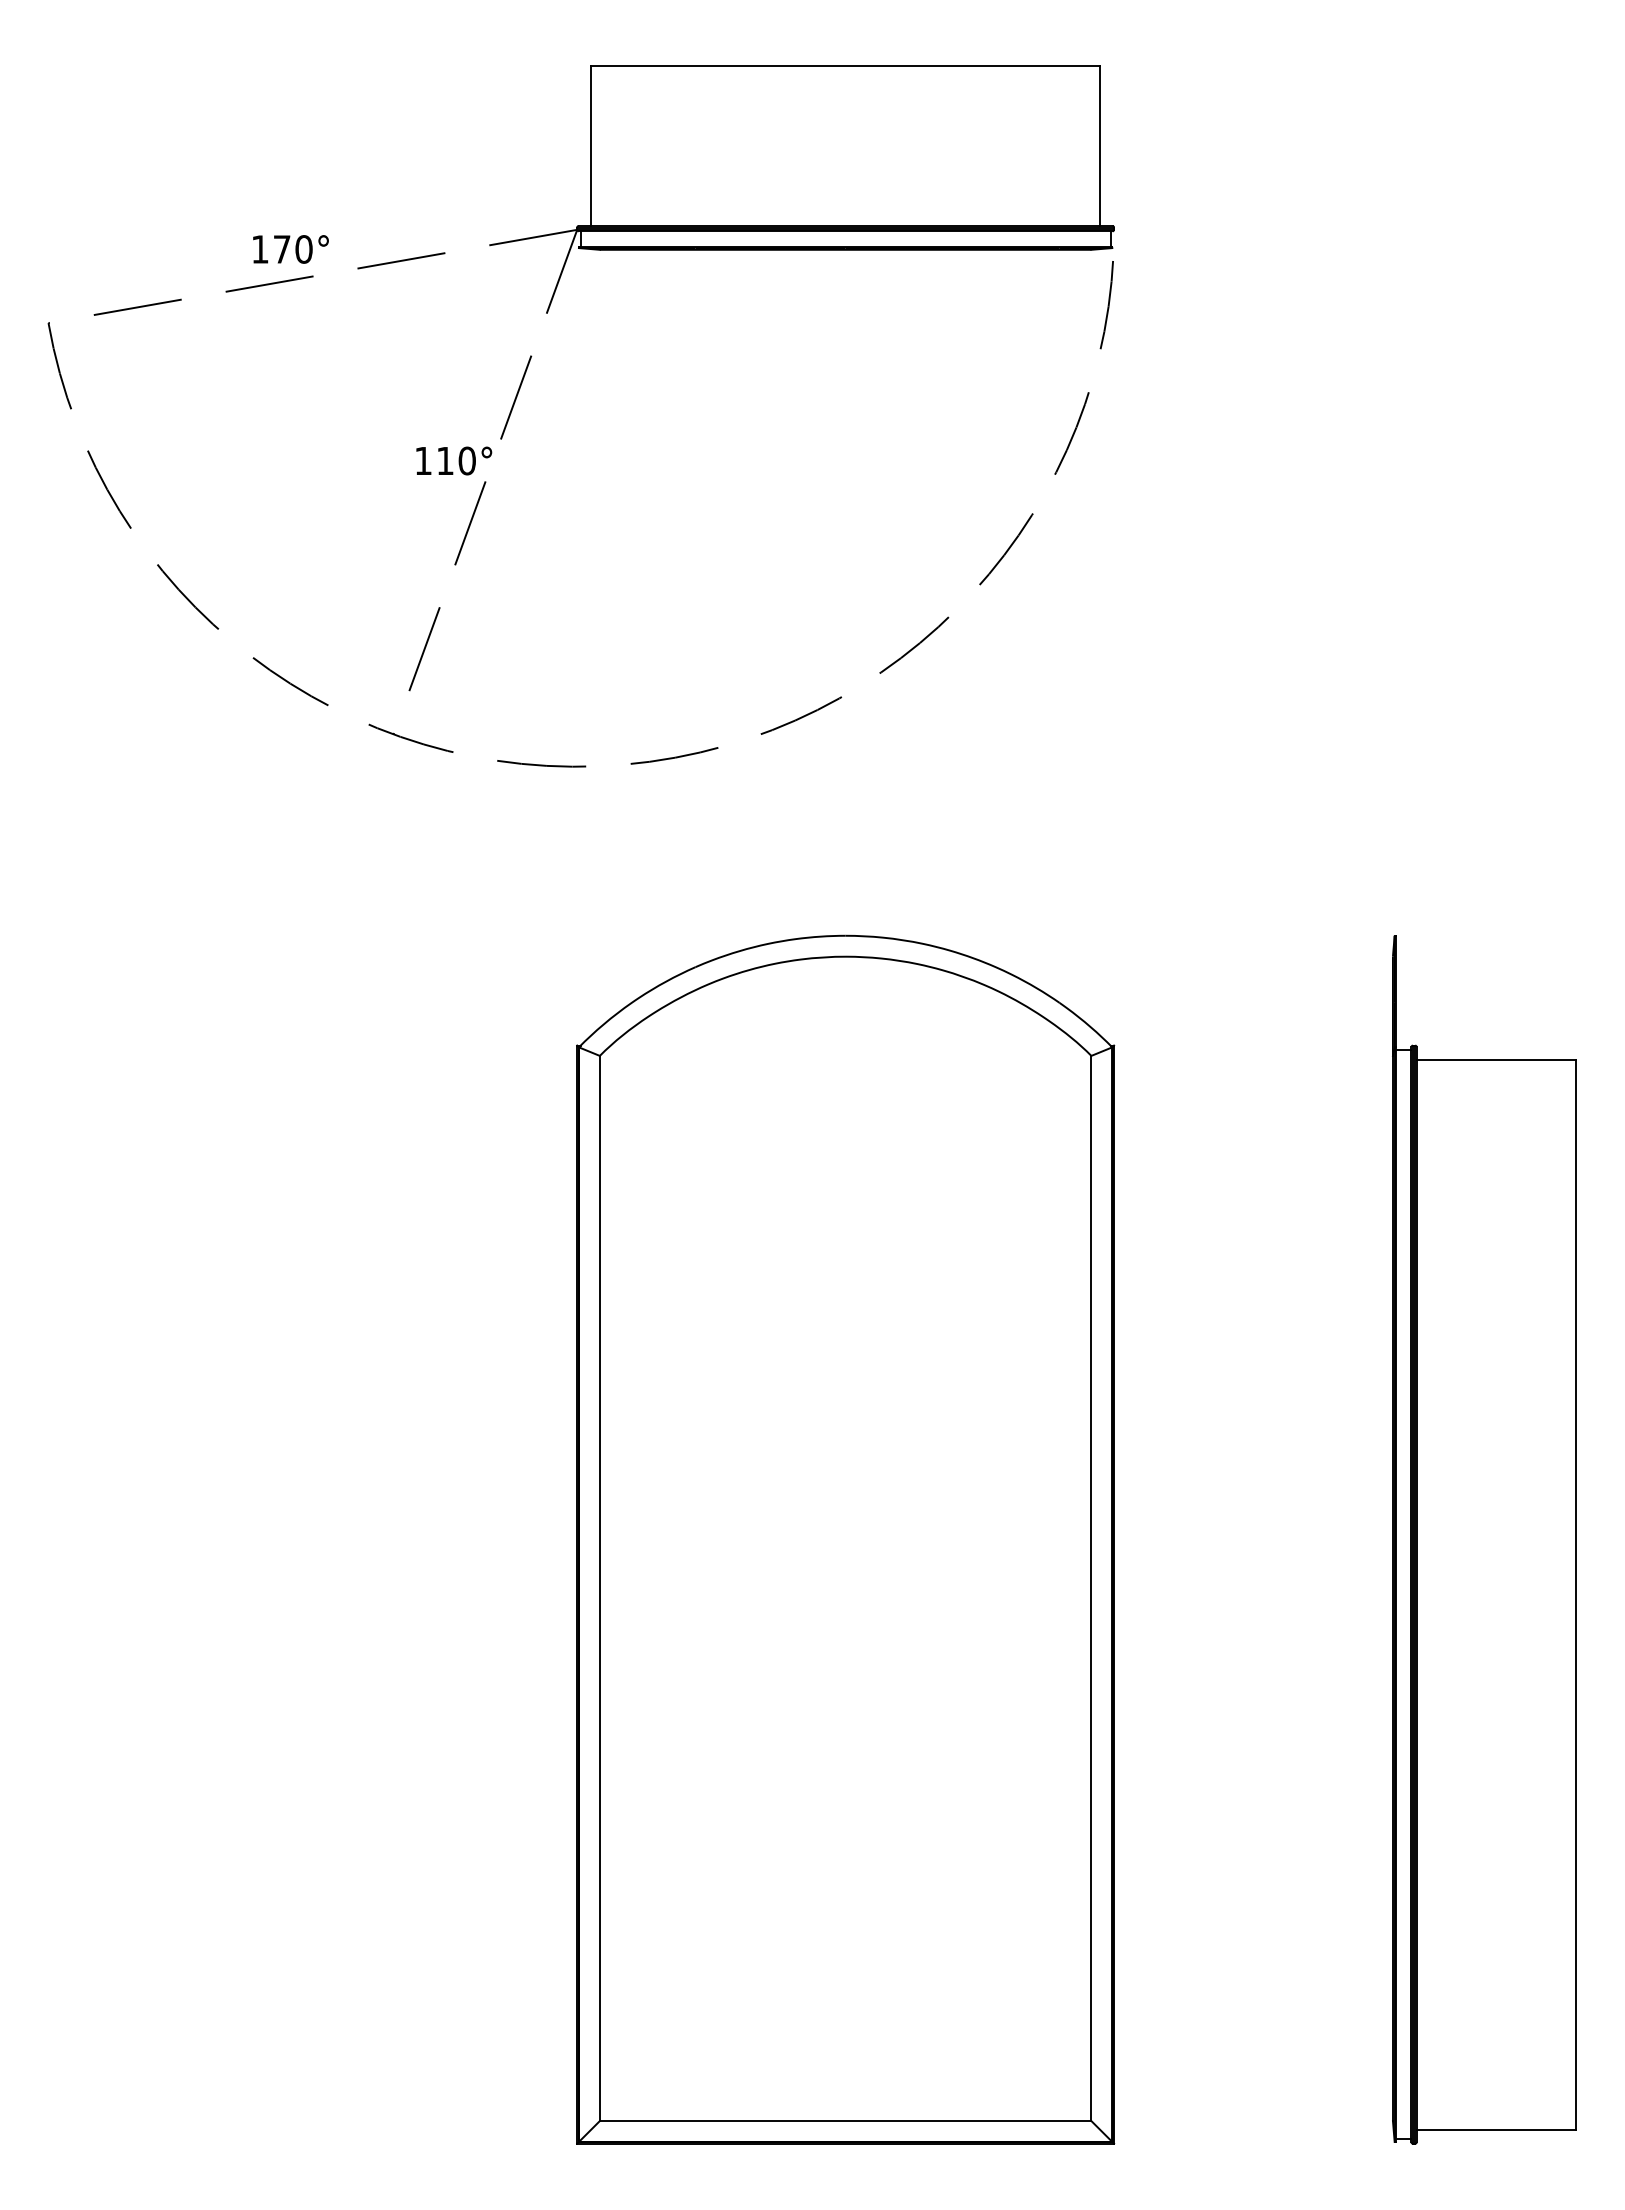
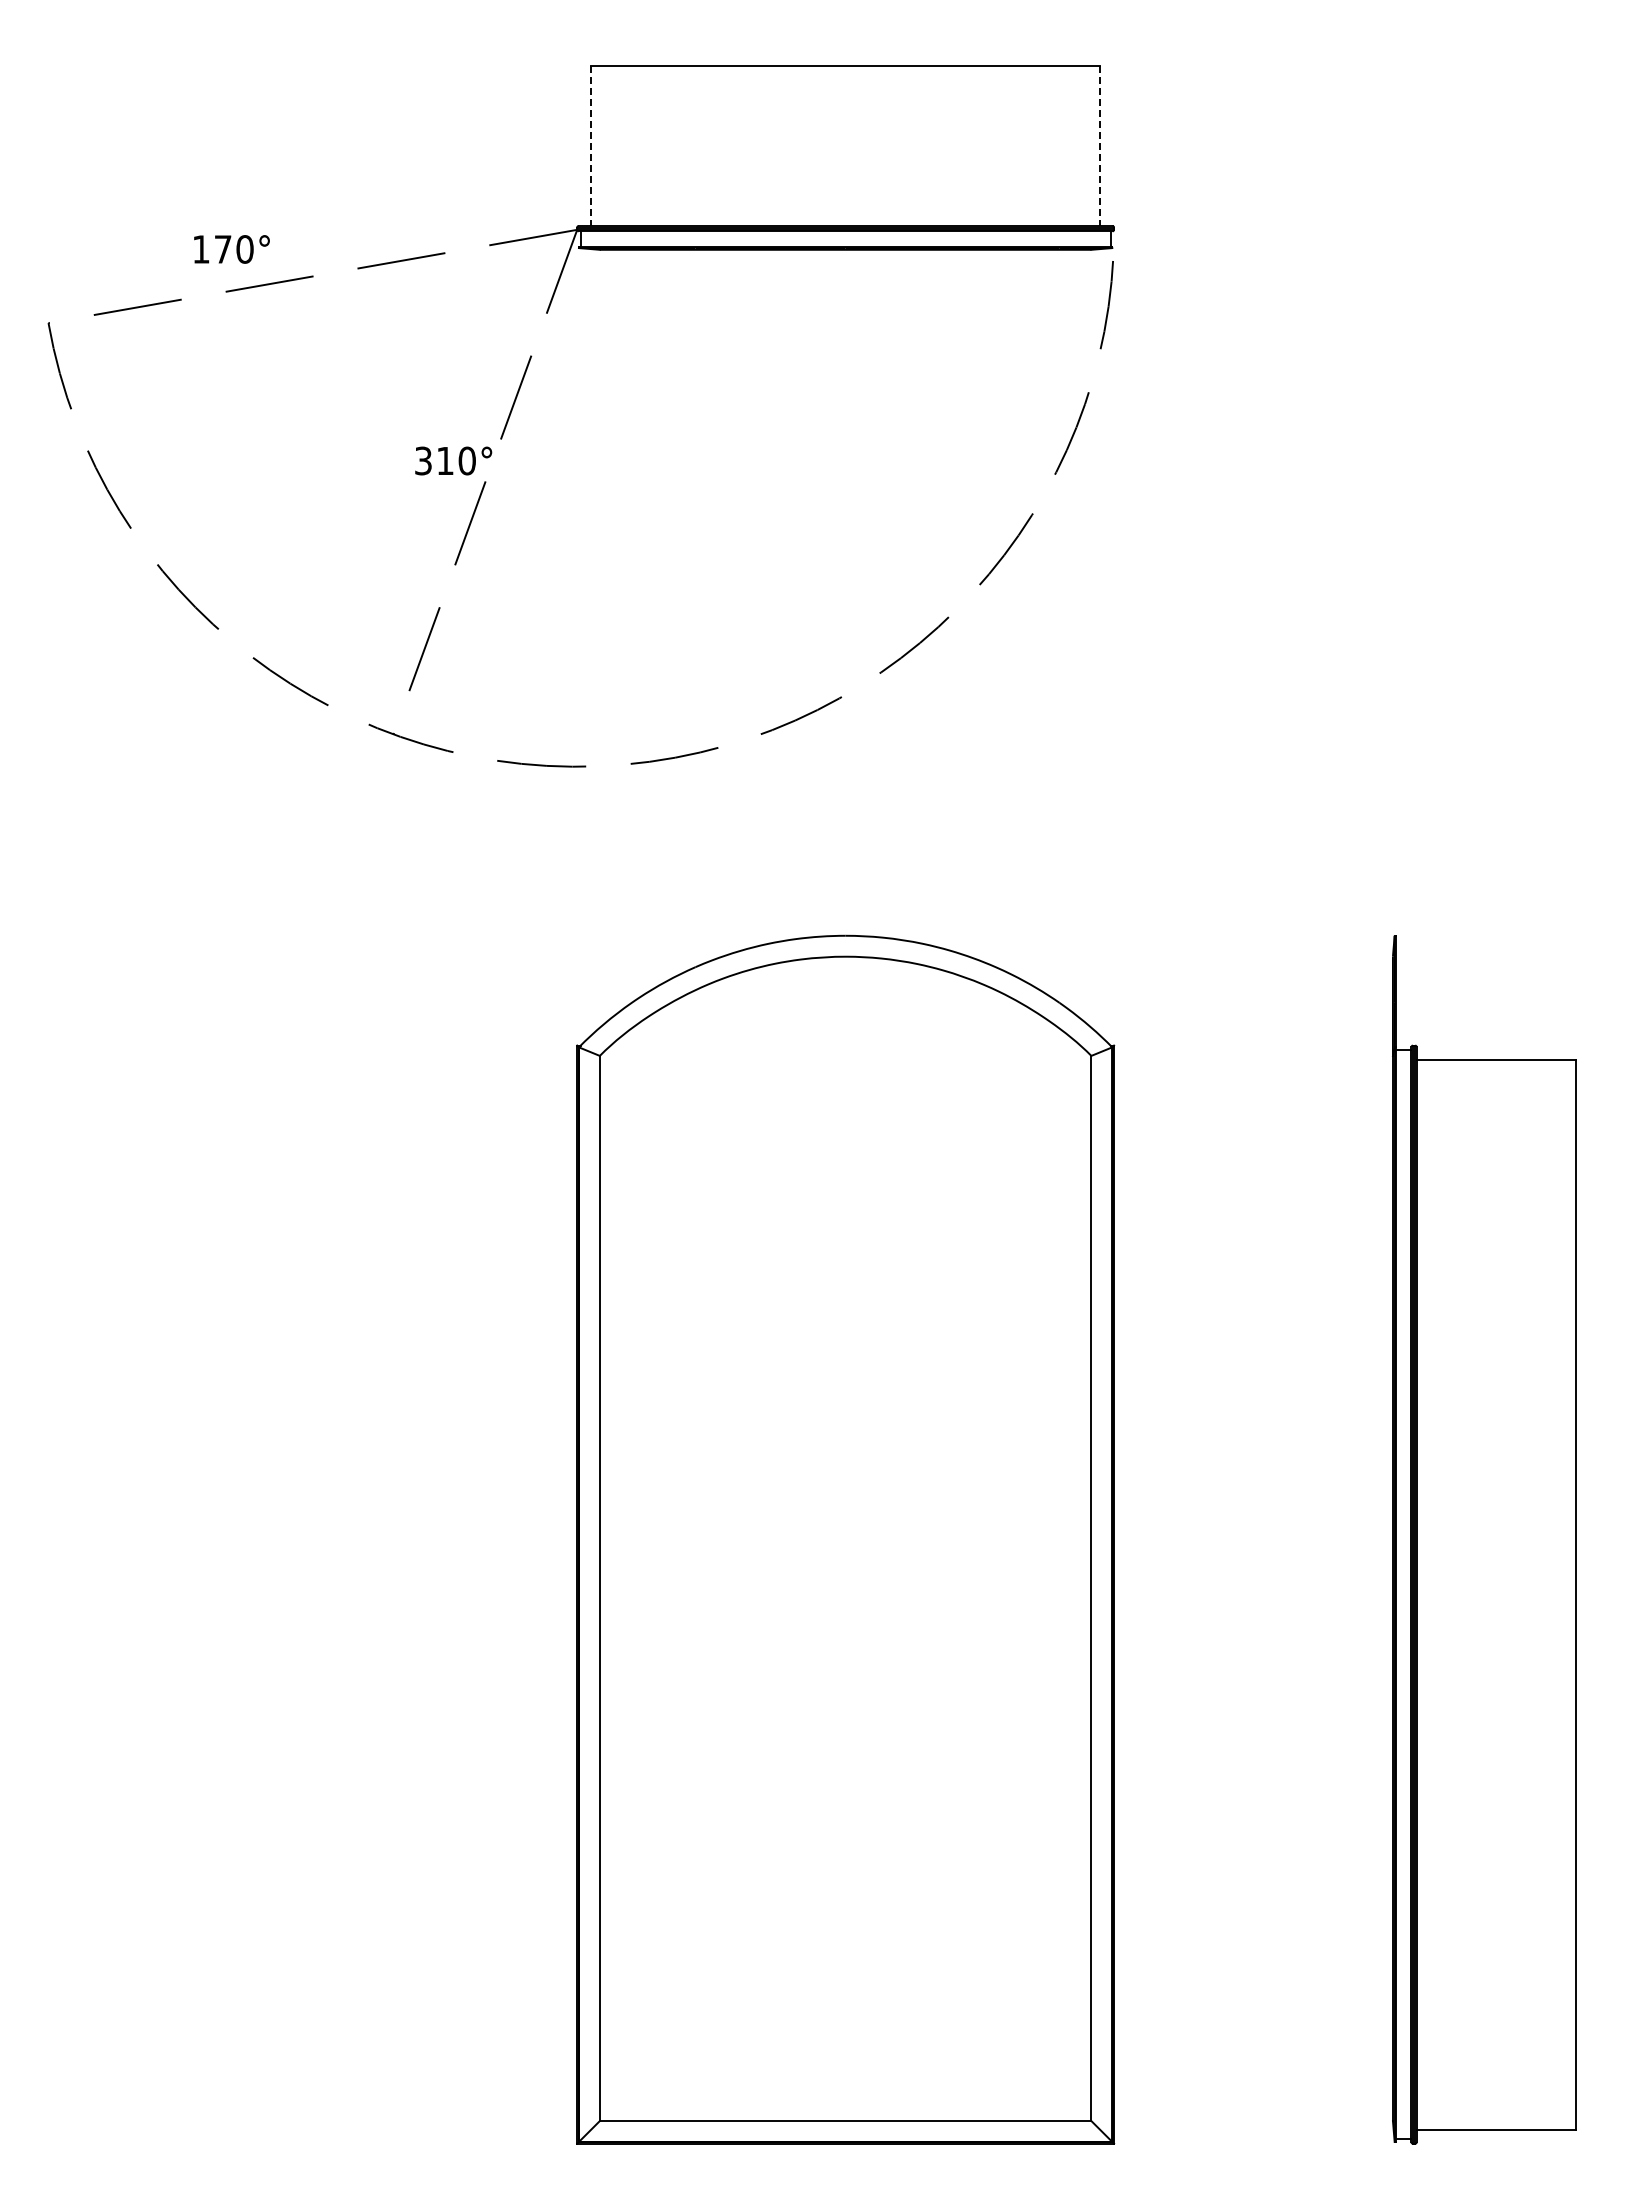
line at (591, 146): solid -> dashed
line at (1100, 146): solid -> dashed
text at (290, 249) position: (290, 249) -> (231, 249)
text at (423, 460): 110° -> 310°
